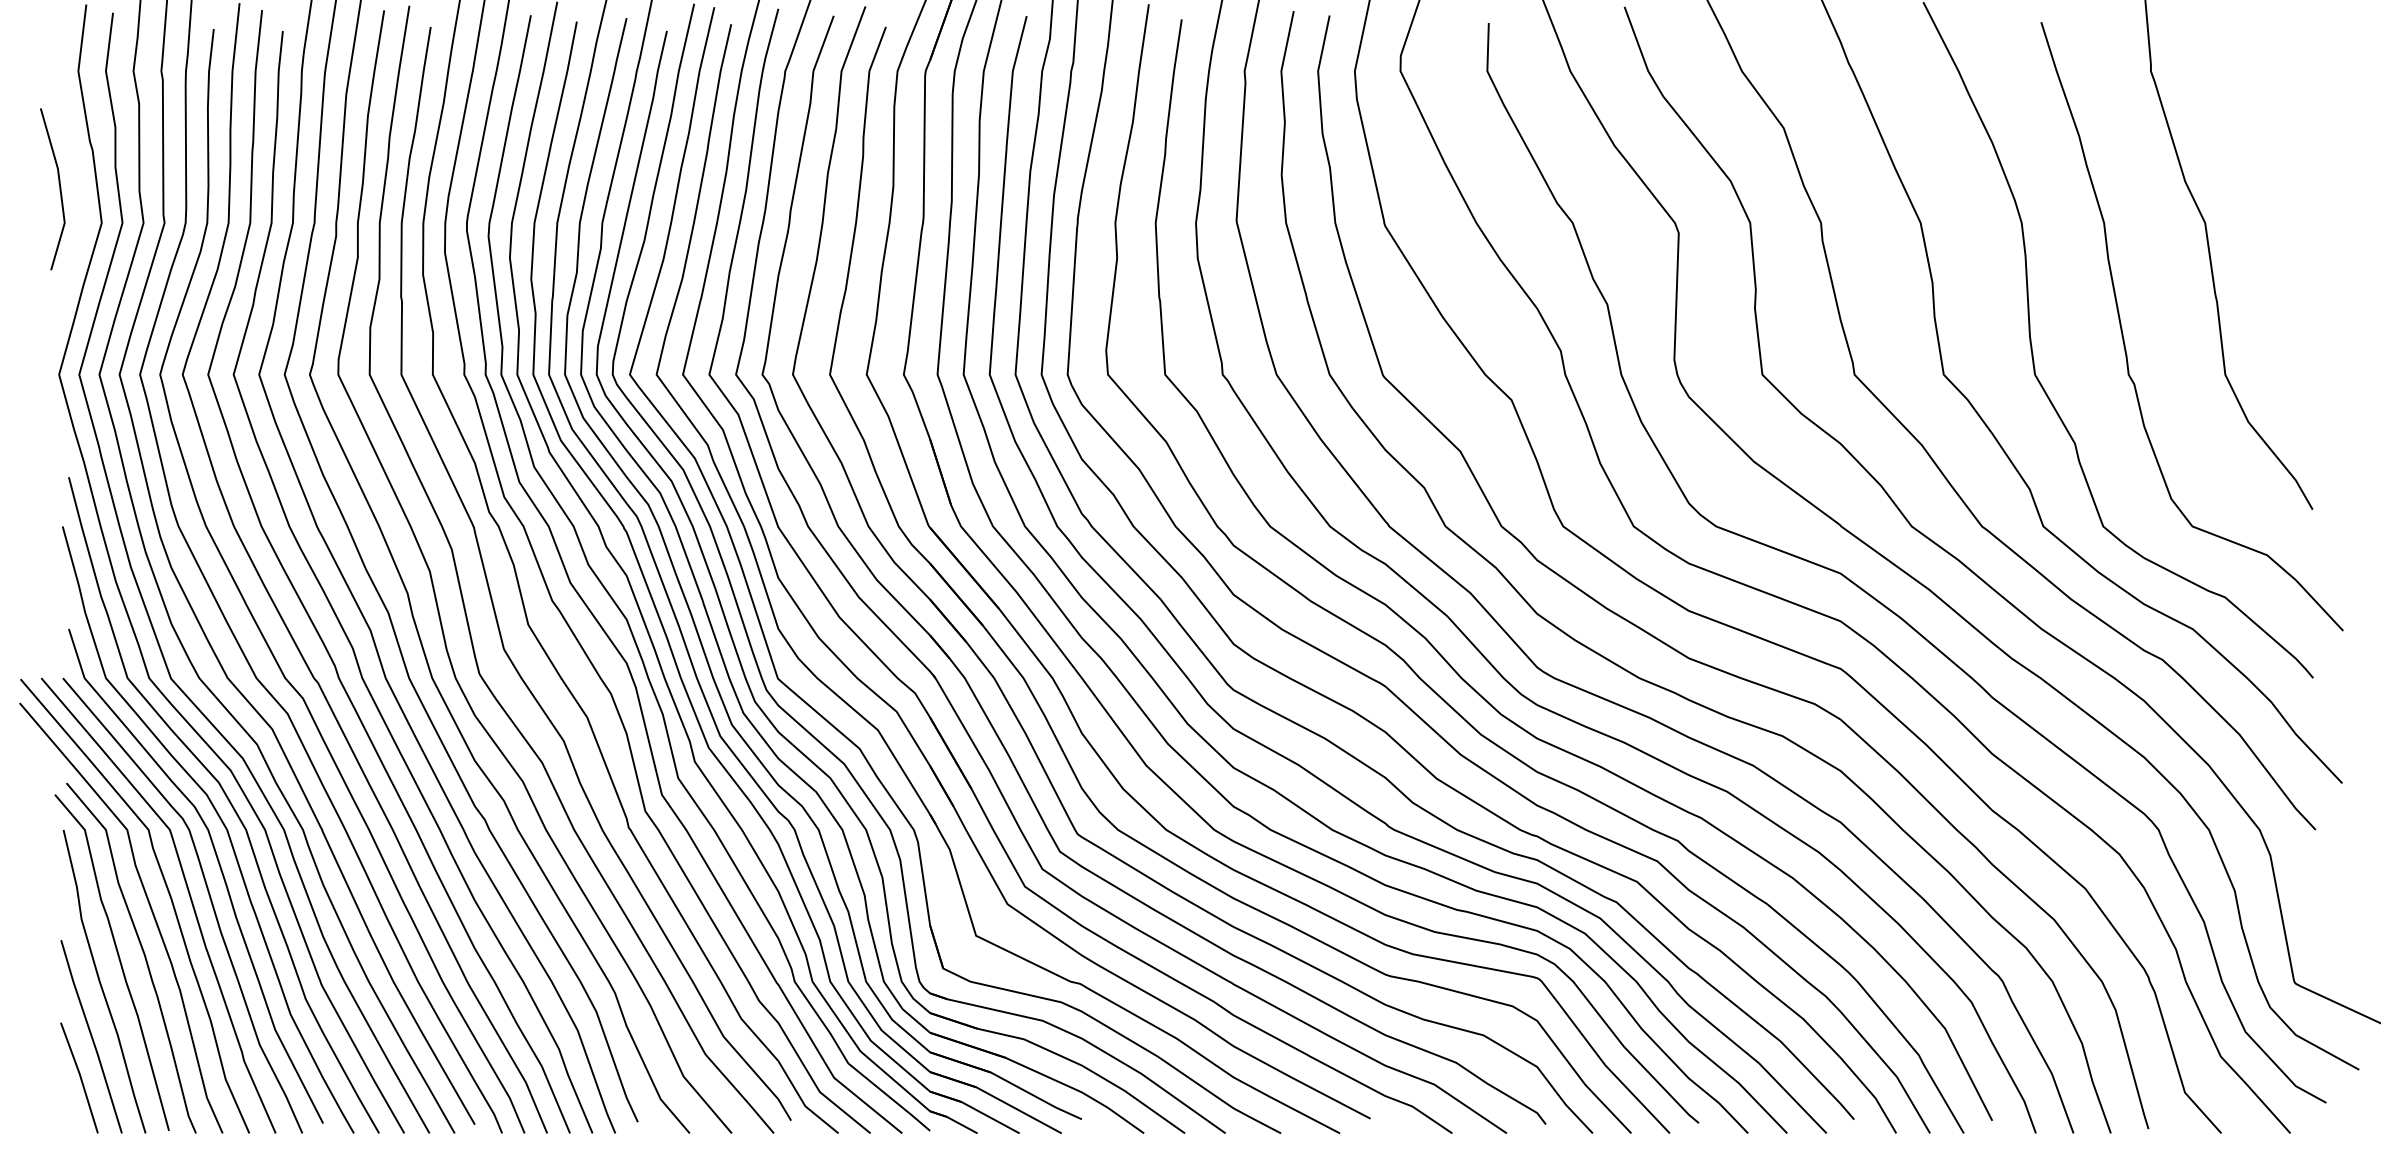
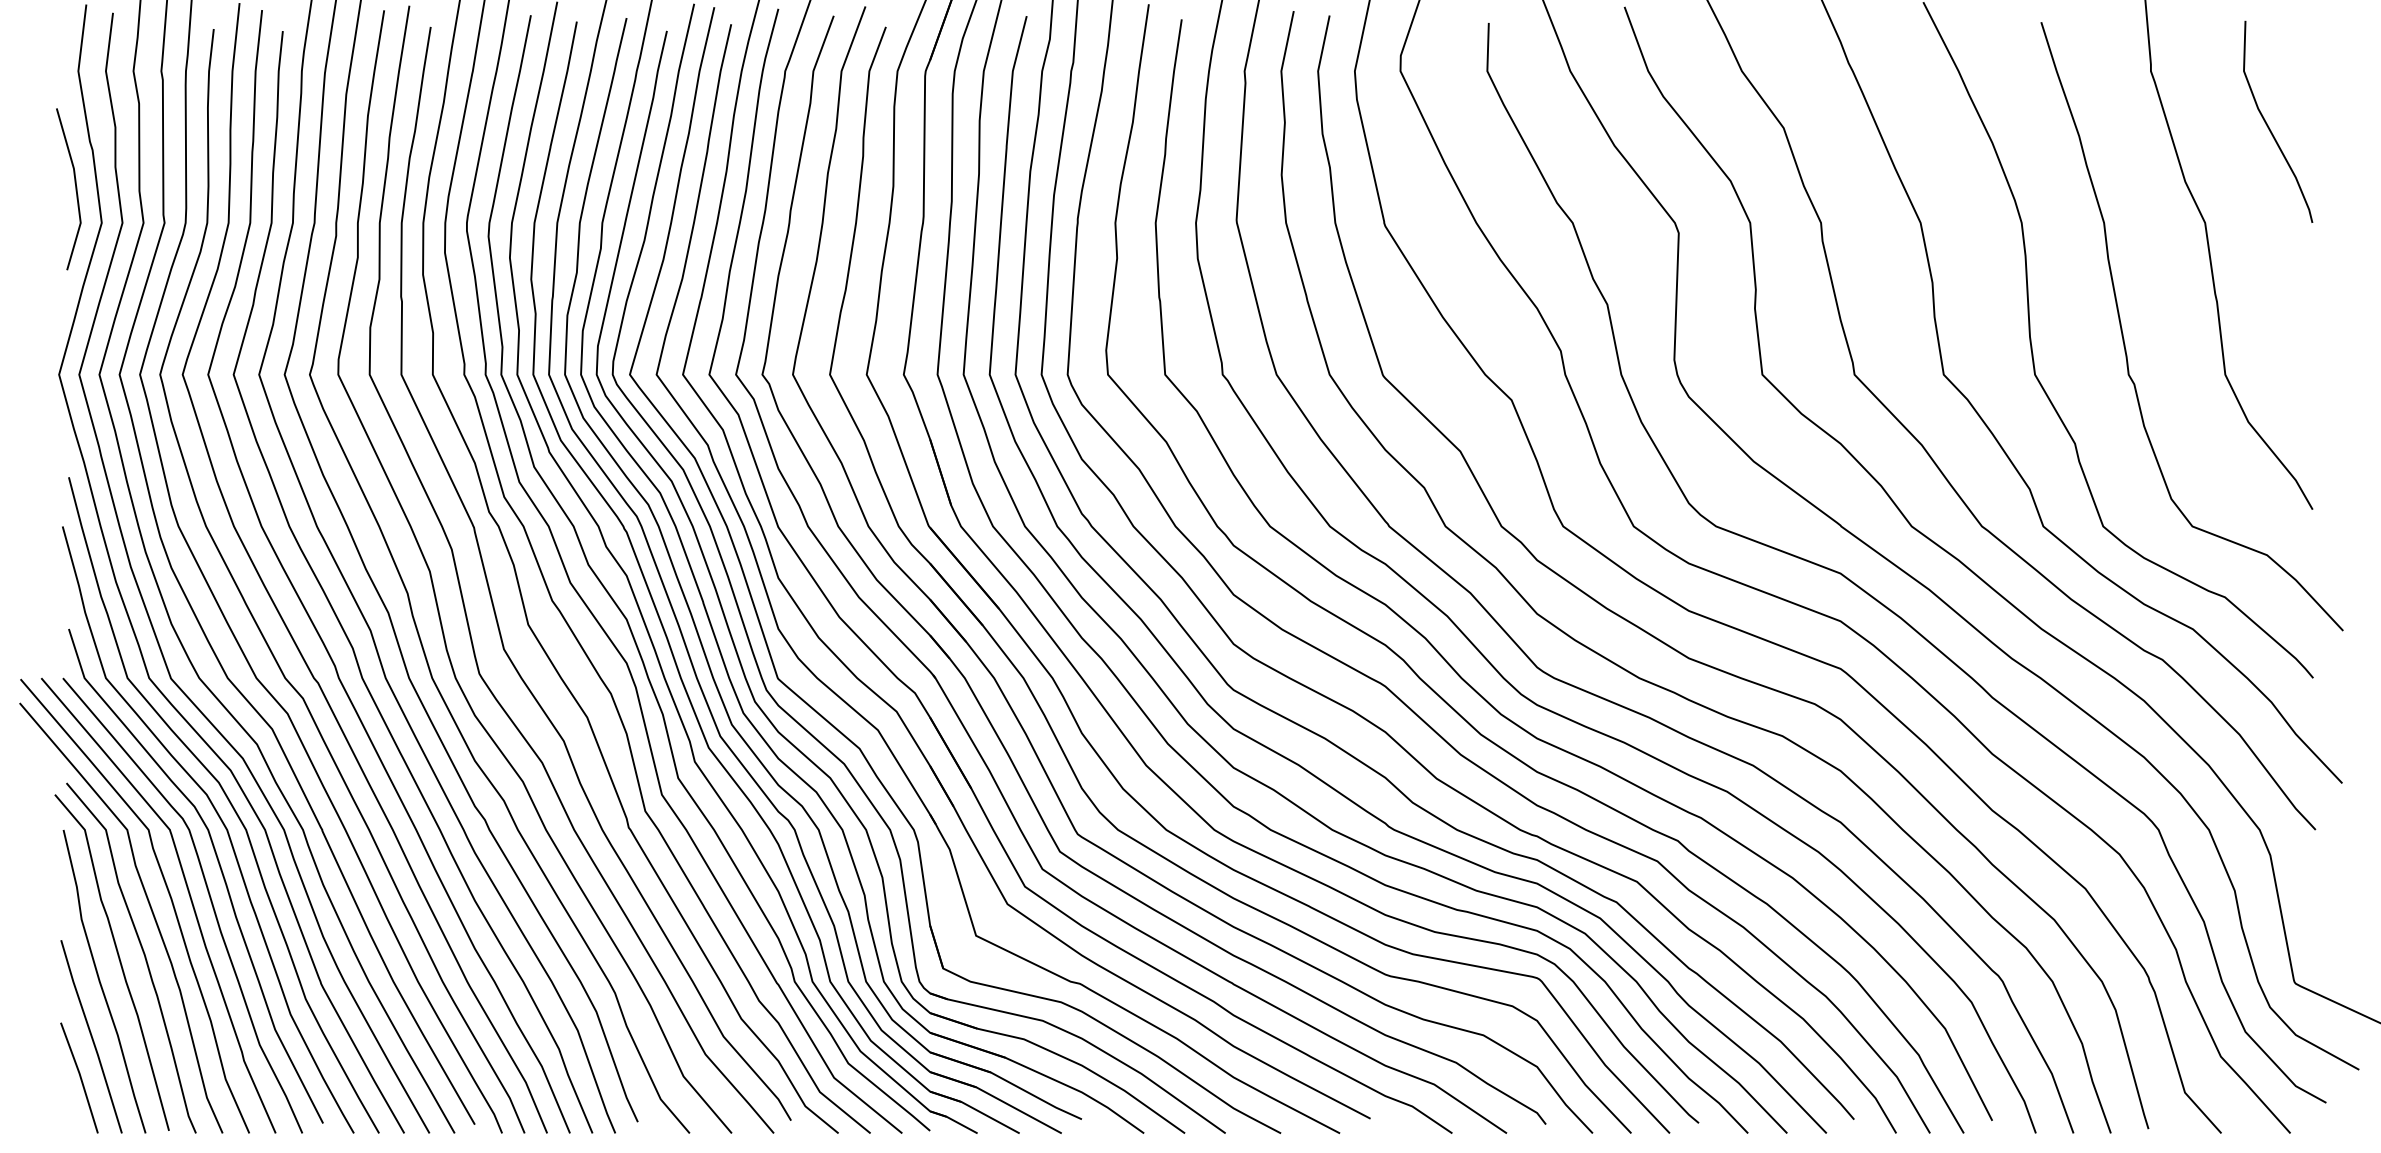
curve at (2270, 128): none -> present
line at (59, 189) position: (59, 189) -> (75, 189)
